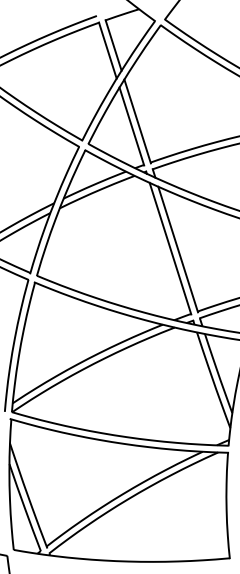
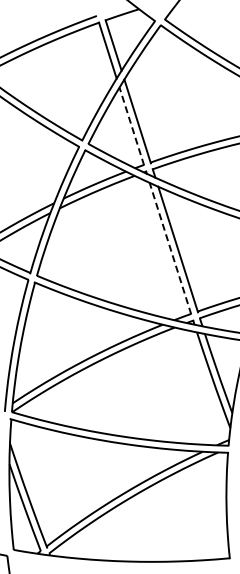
line at (131, 126): solid -> dashed
line at (170, 248): solid -> dashed
